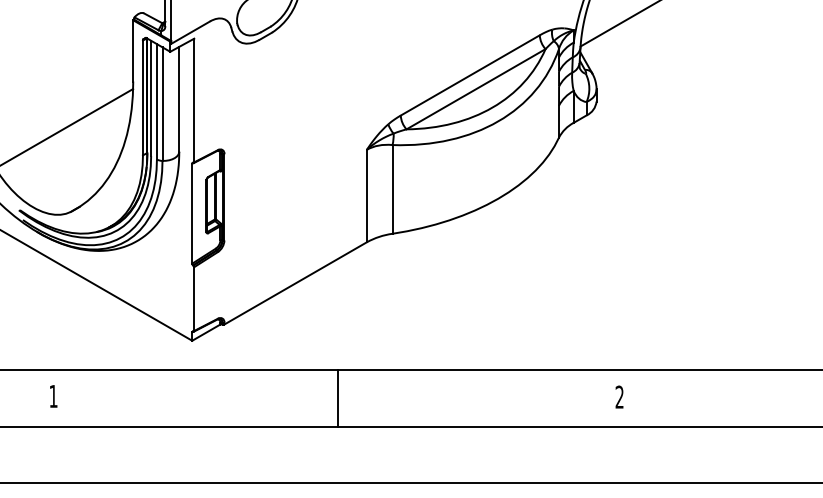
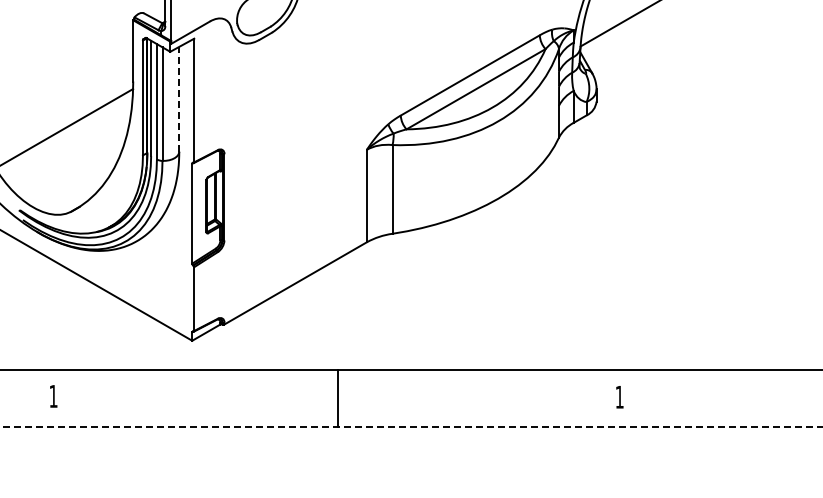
line at (179, 98): solid -> dashed
text at (619, 396): 2 -> 1
line at (411, 426): solid -> dashed
line at (410, 483): present -> none
